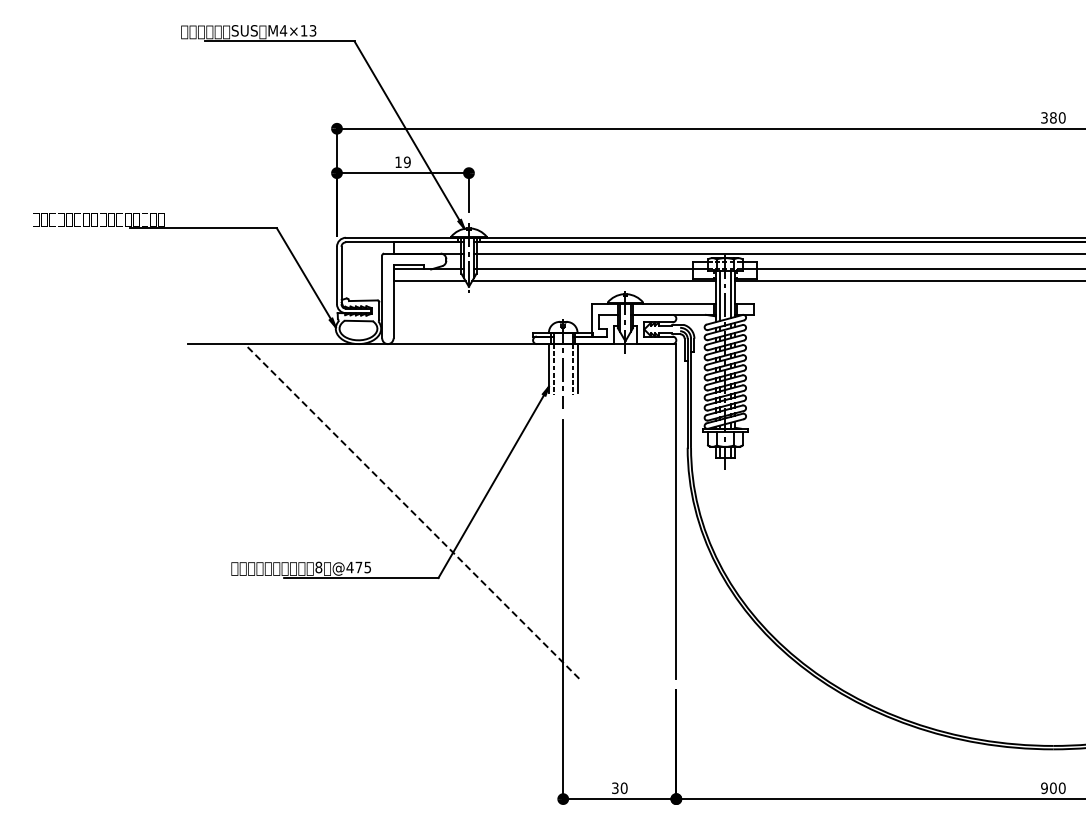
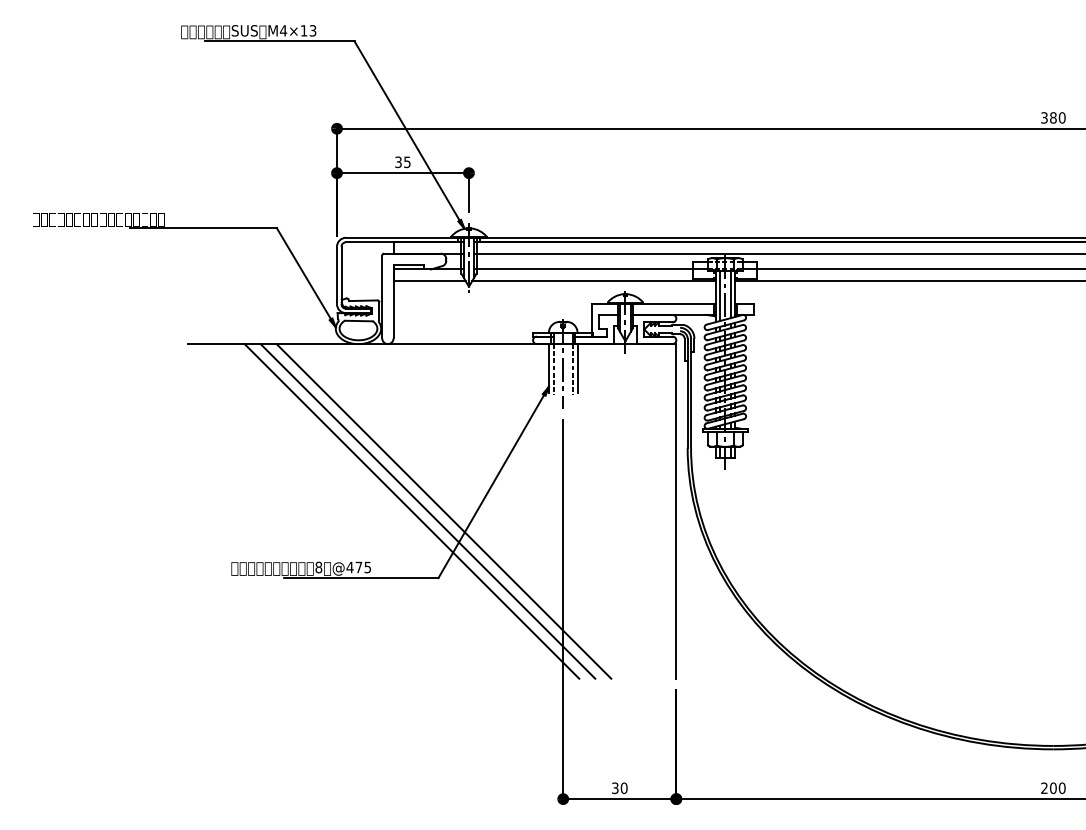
text at (402, 162): 19 -> 35
line at (411, 511): dashed -> solid
line at (427, 511): none -> present
line at (443, 511): none -> present
text at (1044, 788): 900 -> 200
